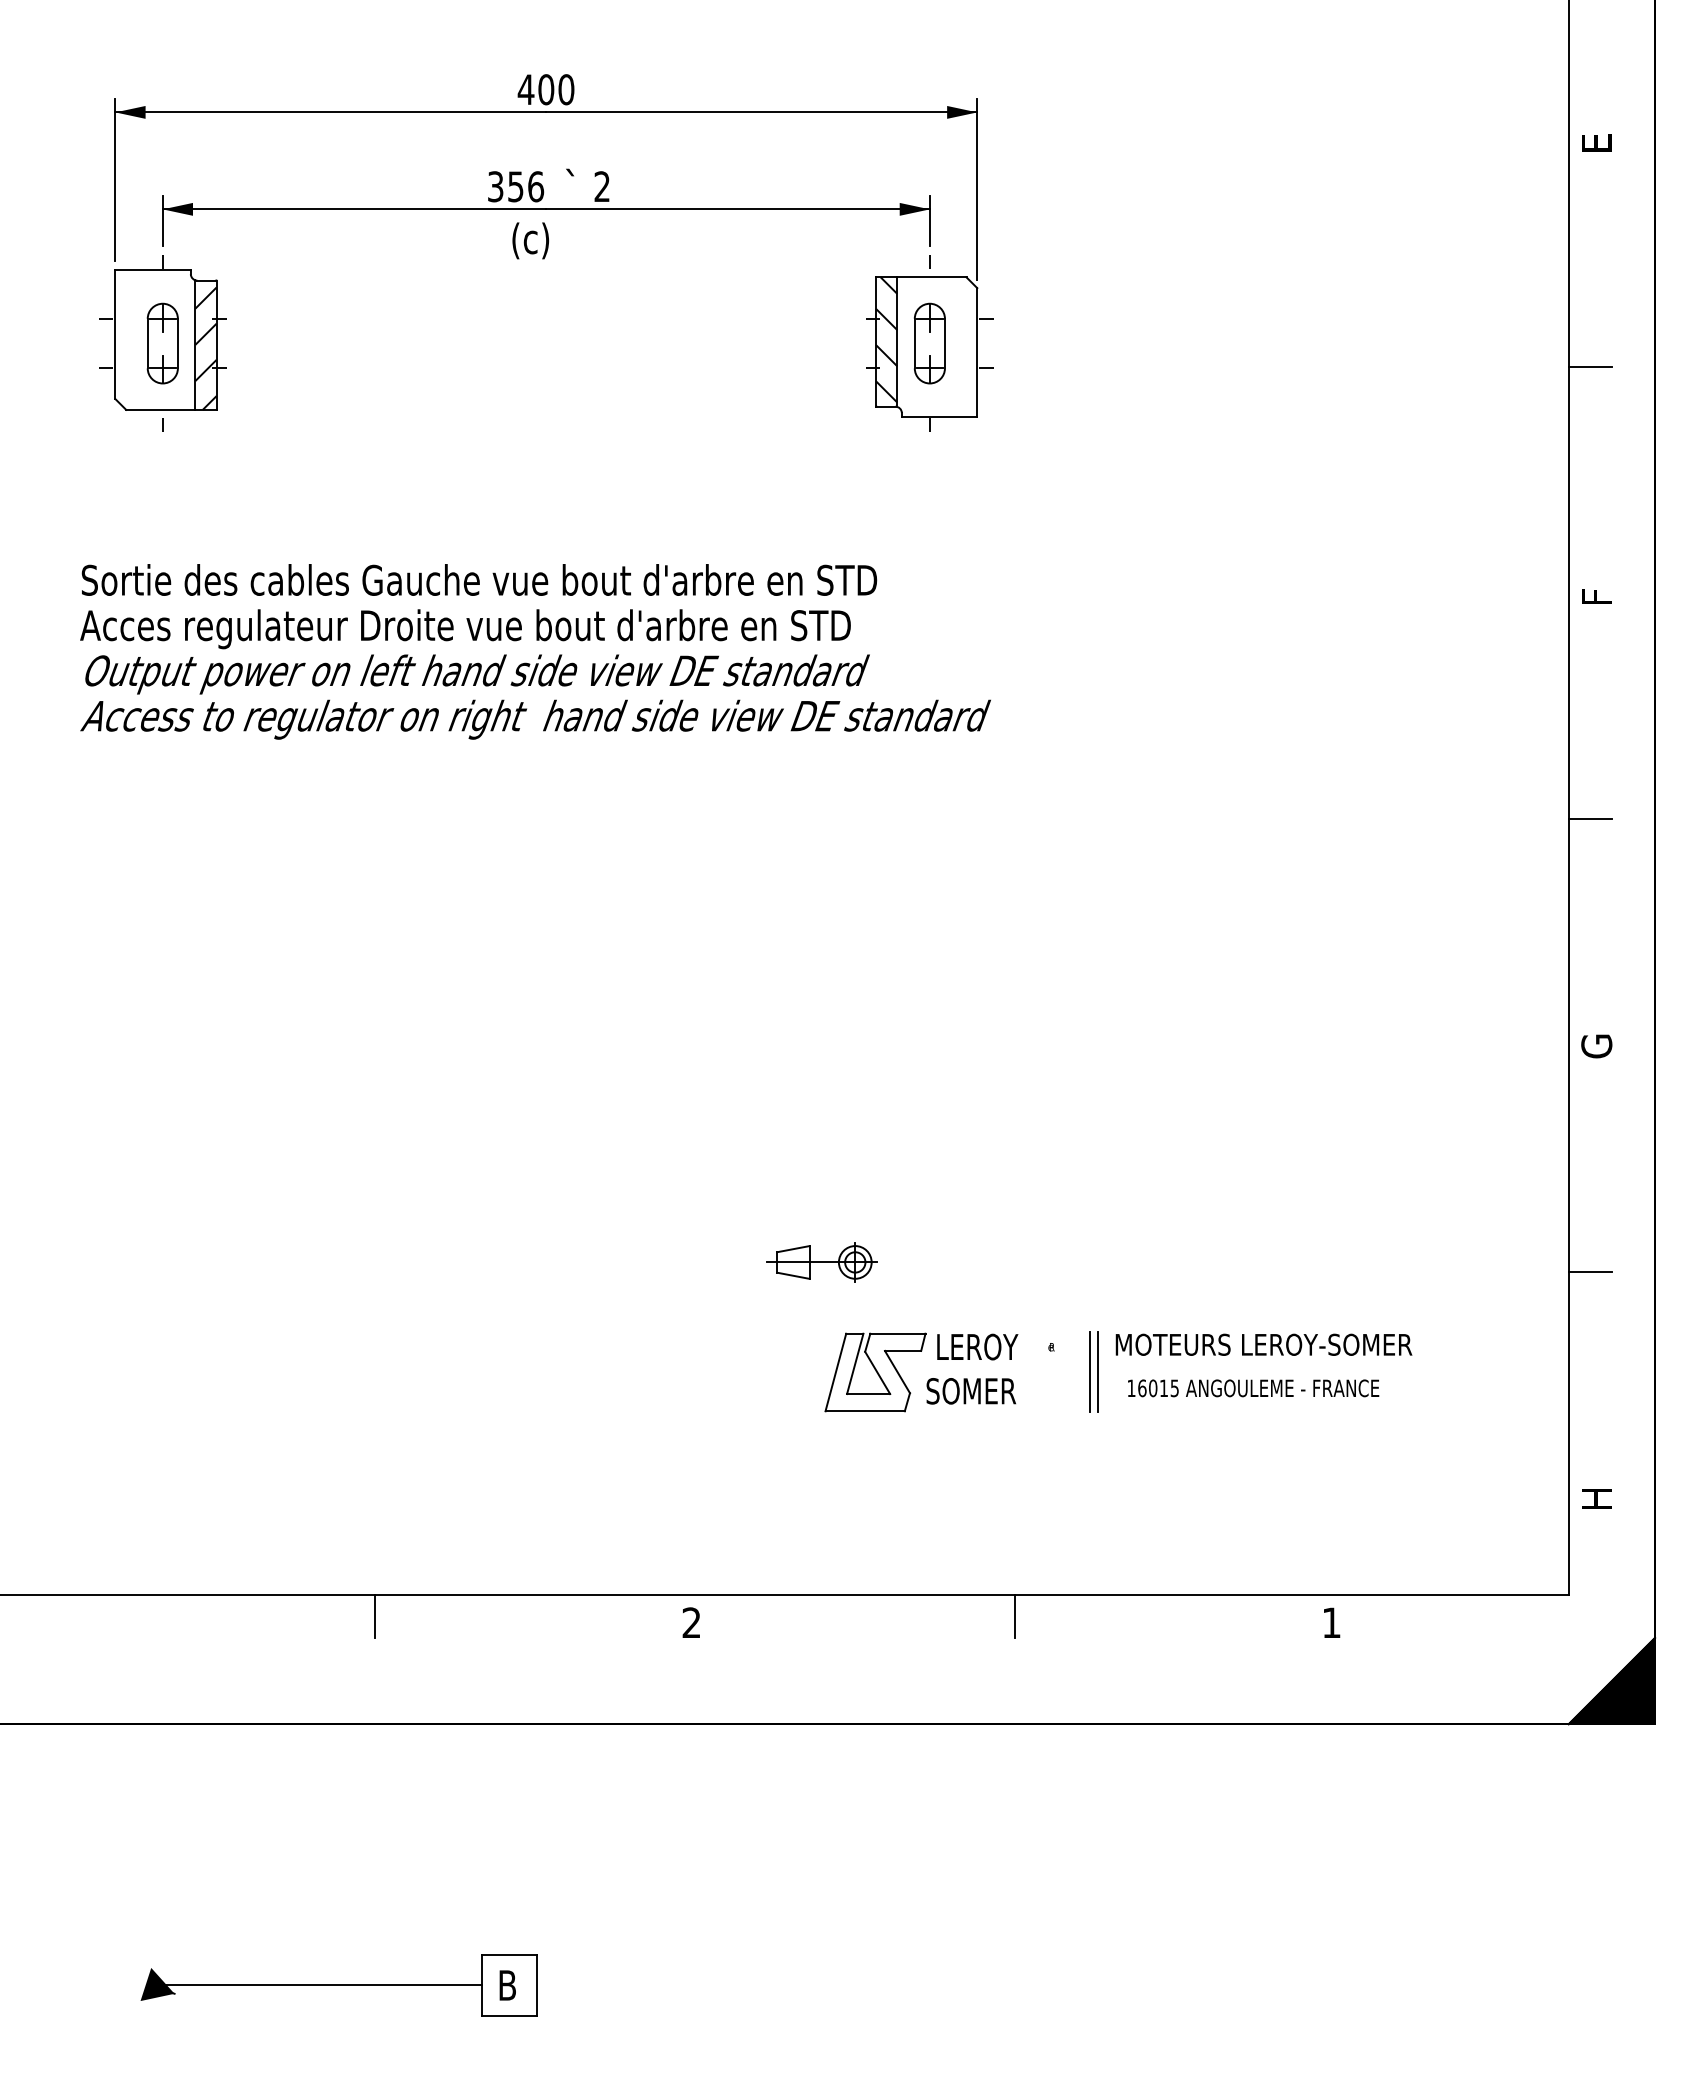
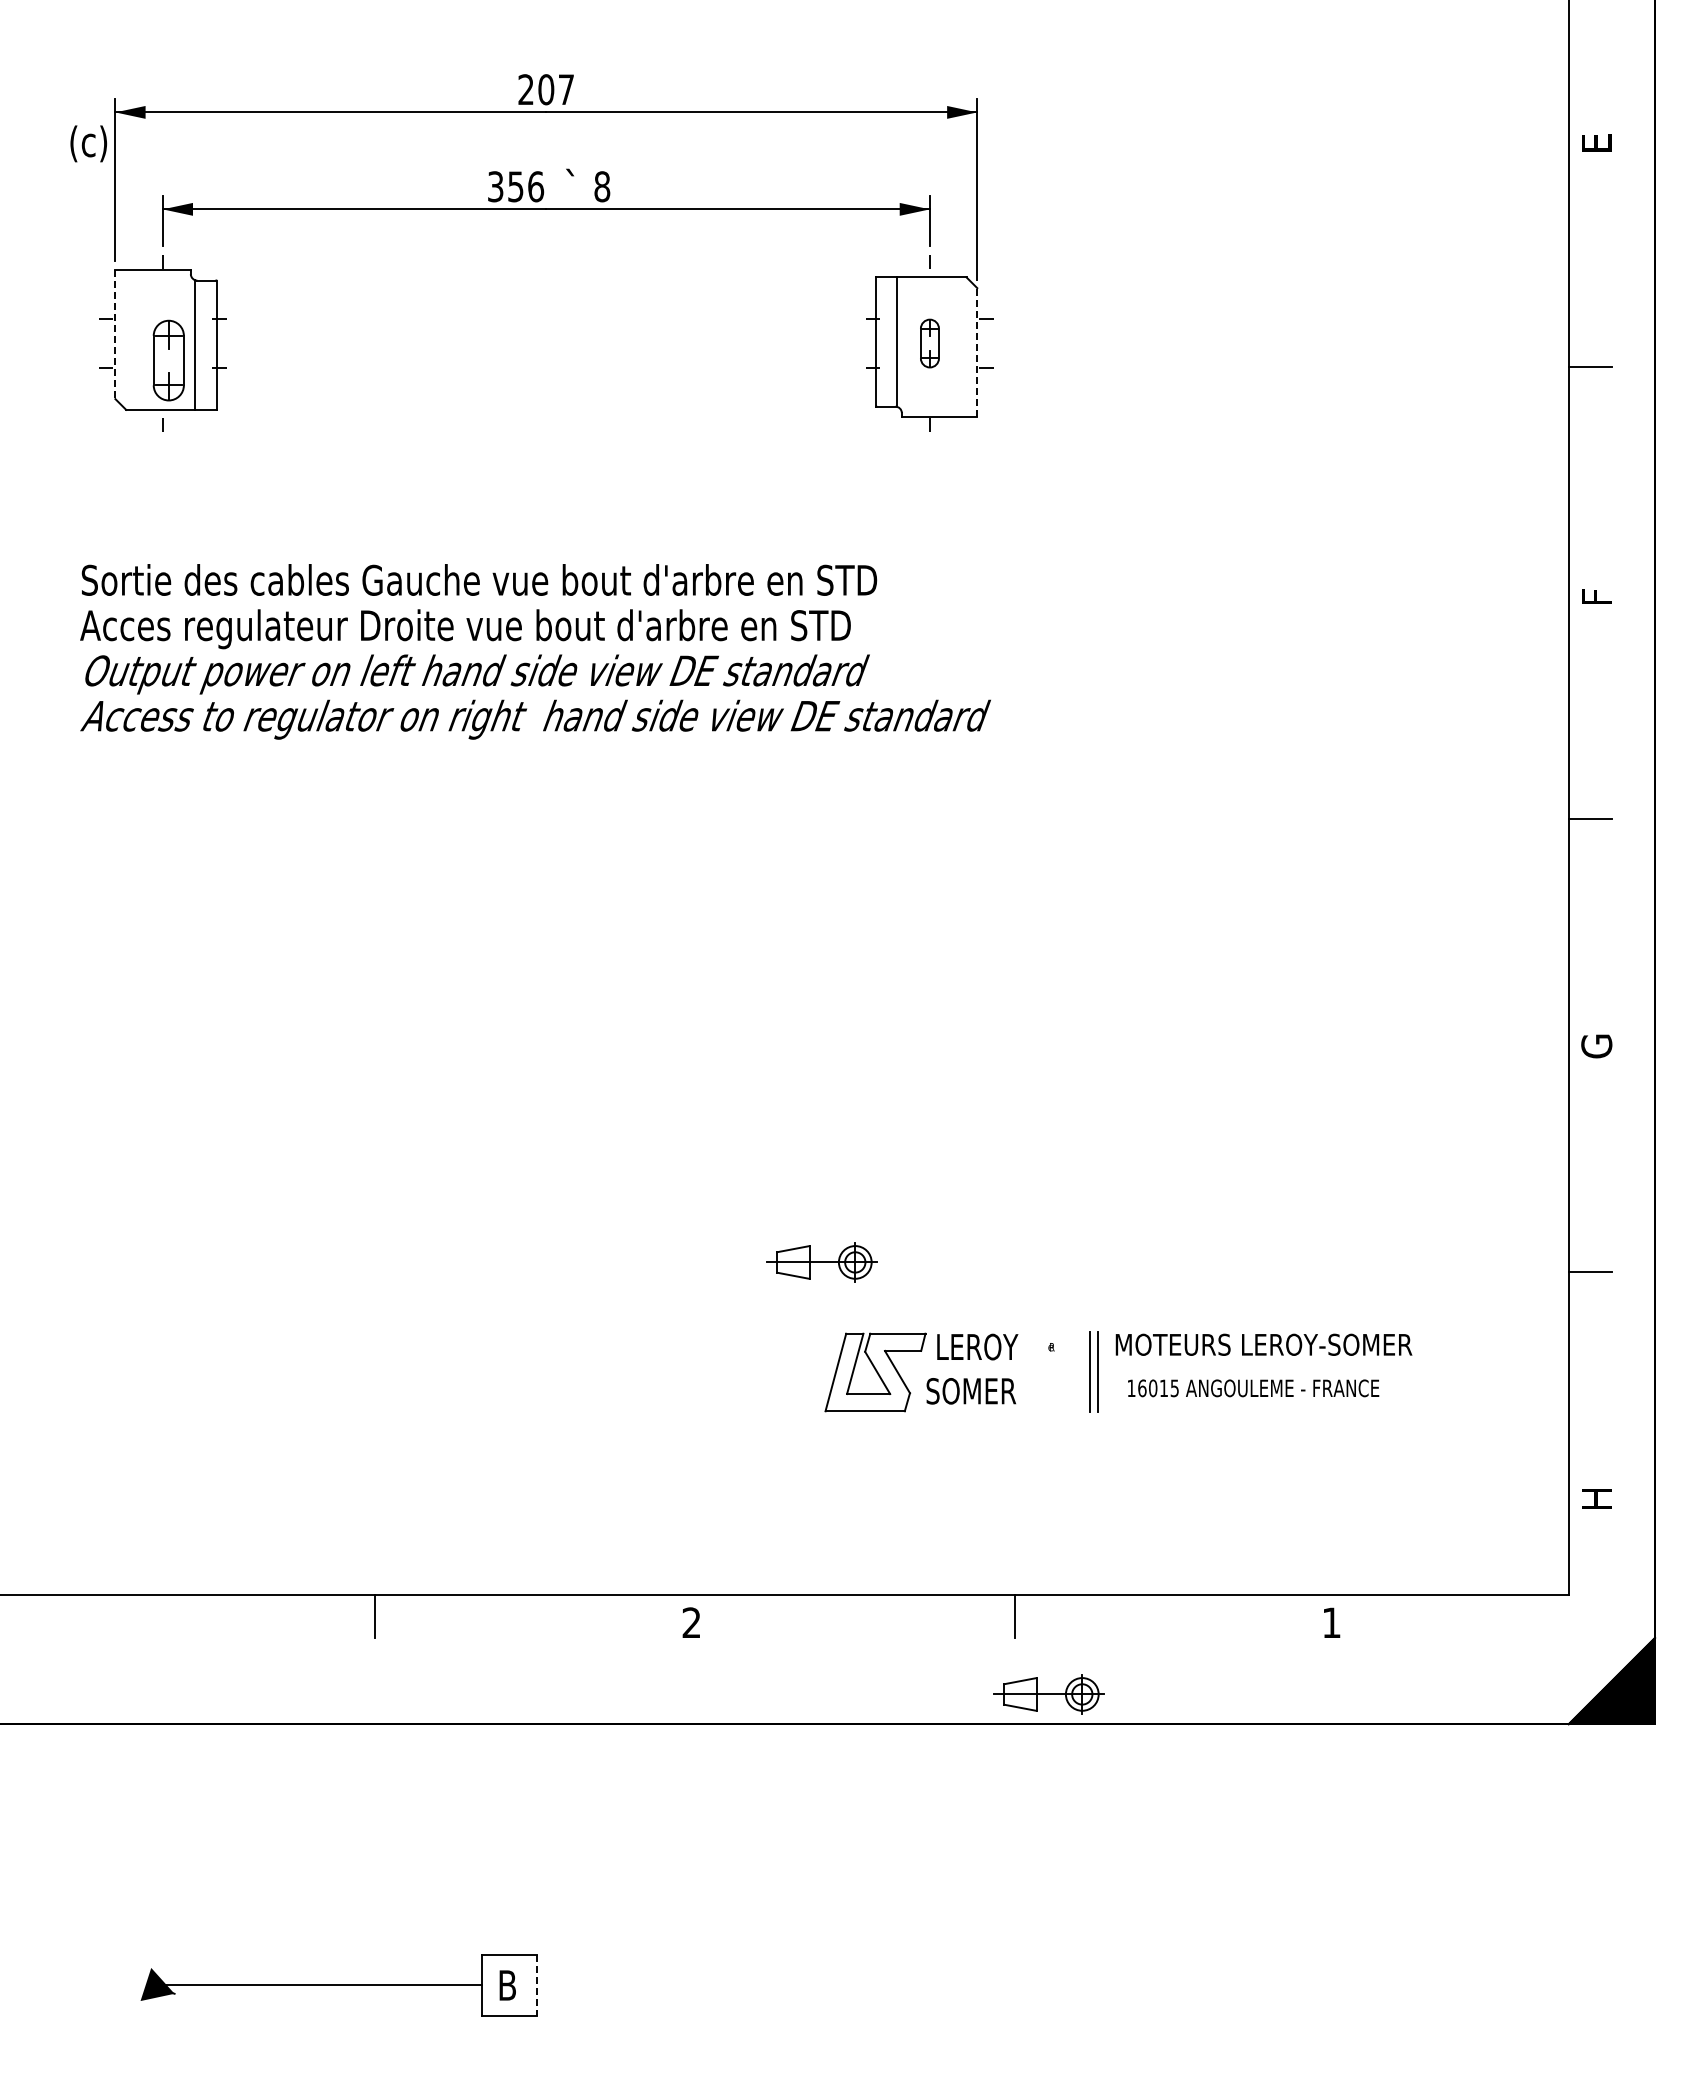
text at (545, 89): 400 -> 207
text at (602, 186): 2 -> 8
text at (530, 240) position: (530, 240) -> (88, 143)
line at (115, 334): solid -> dashed
hatch at (886, 339): present -> none
part at (162, 343) position: (162, 343) -> (168, 360)
part at (929, 343) size: 32x83 px -> 20x51 px
hatch at (205, 348): present -> none
line at (977, 352): solid -> dashed
part at (1048, 1694): none -> present
line at (537, 1985): solid -> dashed
